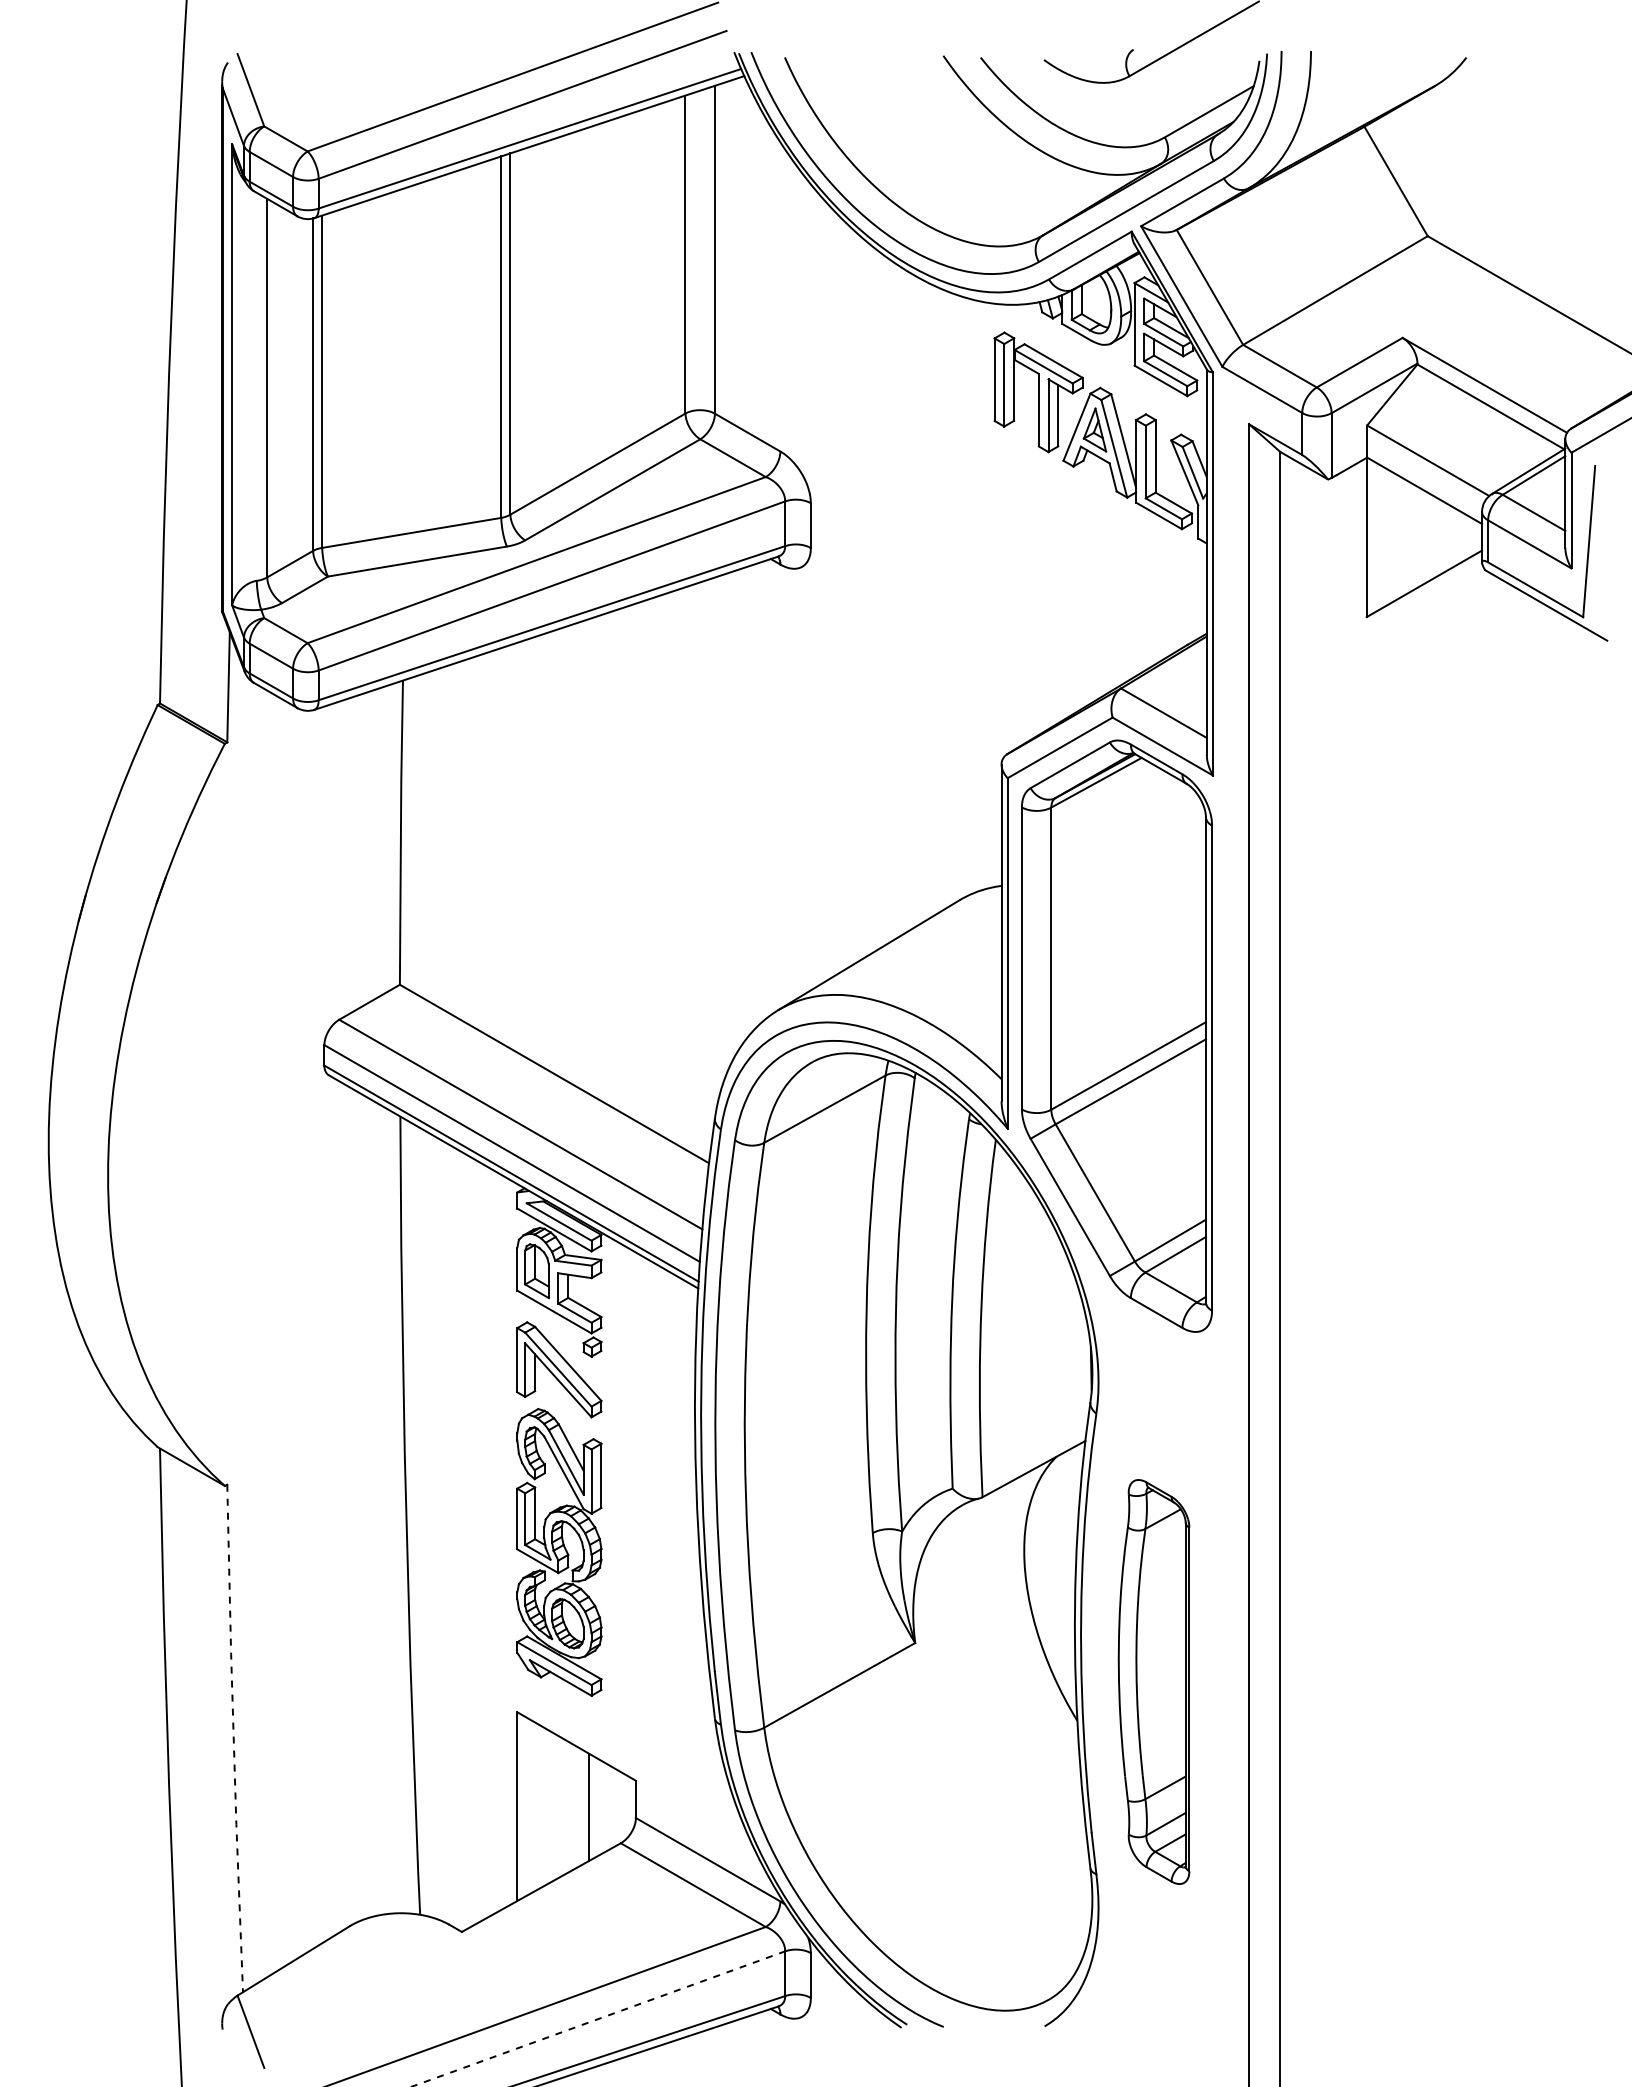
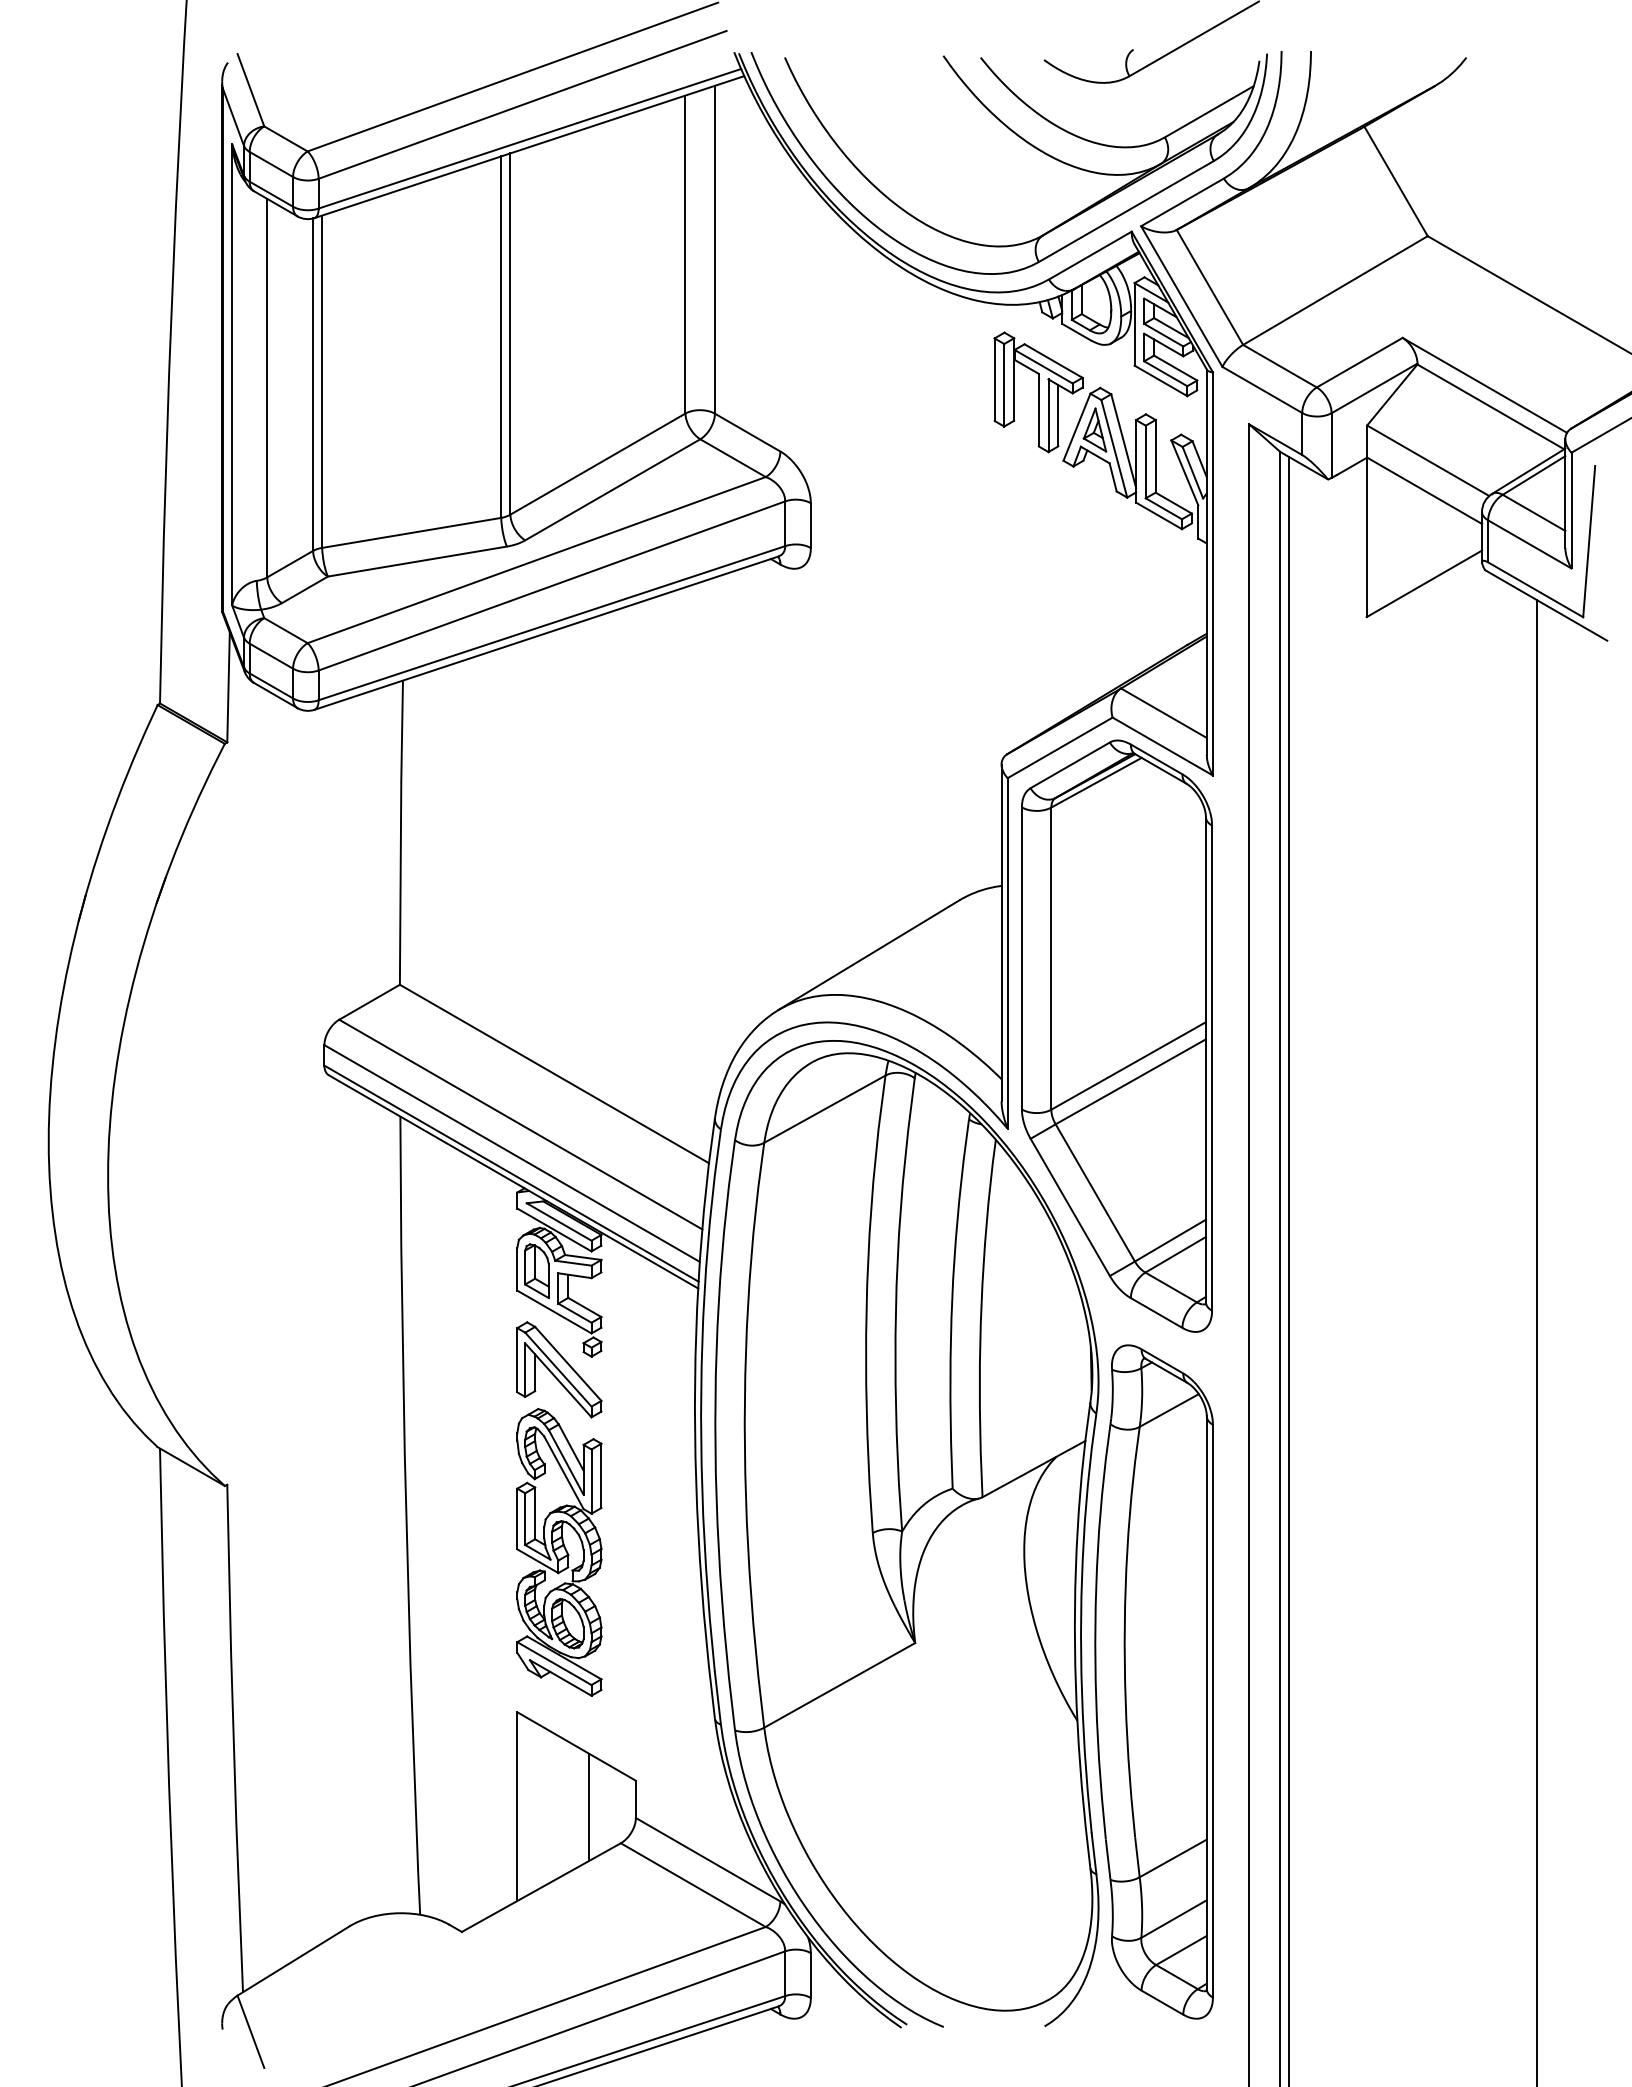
line at (1288, 1269): none -> present
line at (1536, 1341): none -> present
part at (1153, 1681) size: 74x406 px -> 120x676 px
line at (233, 1738): dashed -> solid
line at (598, 2019): dashed -> solid
